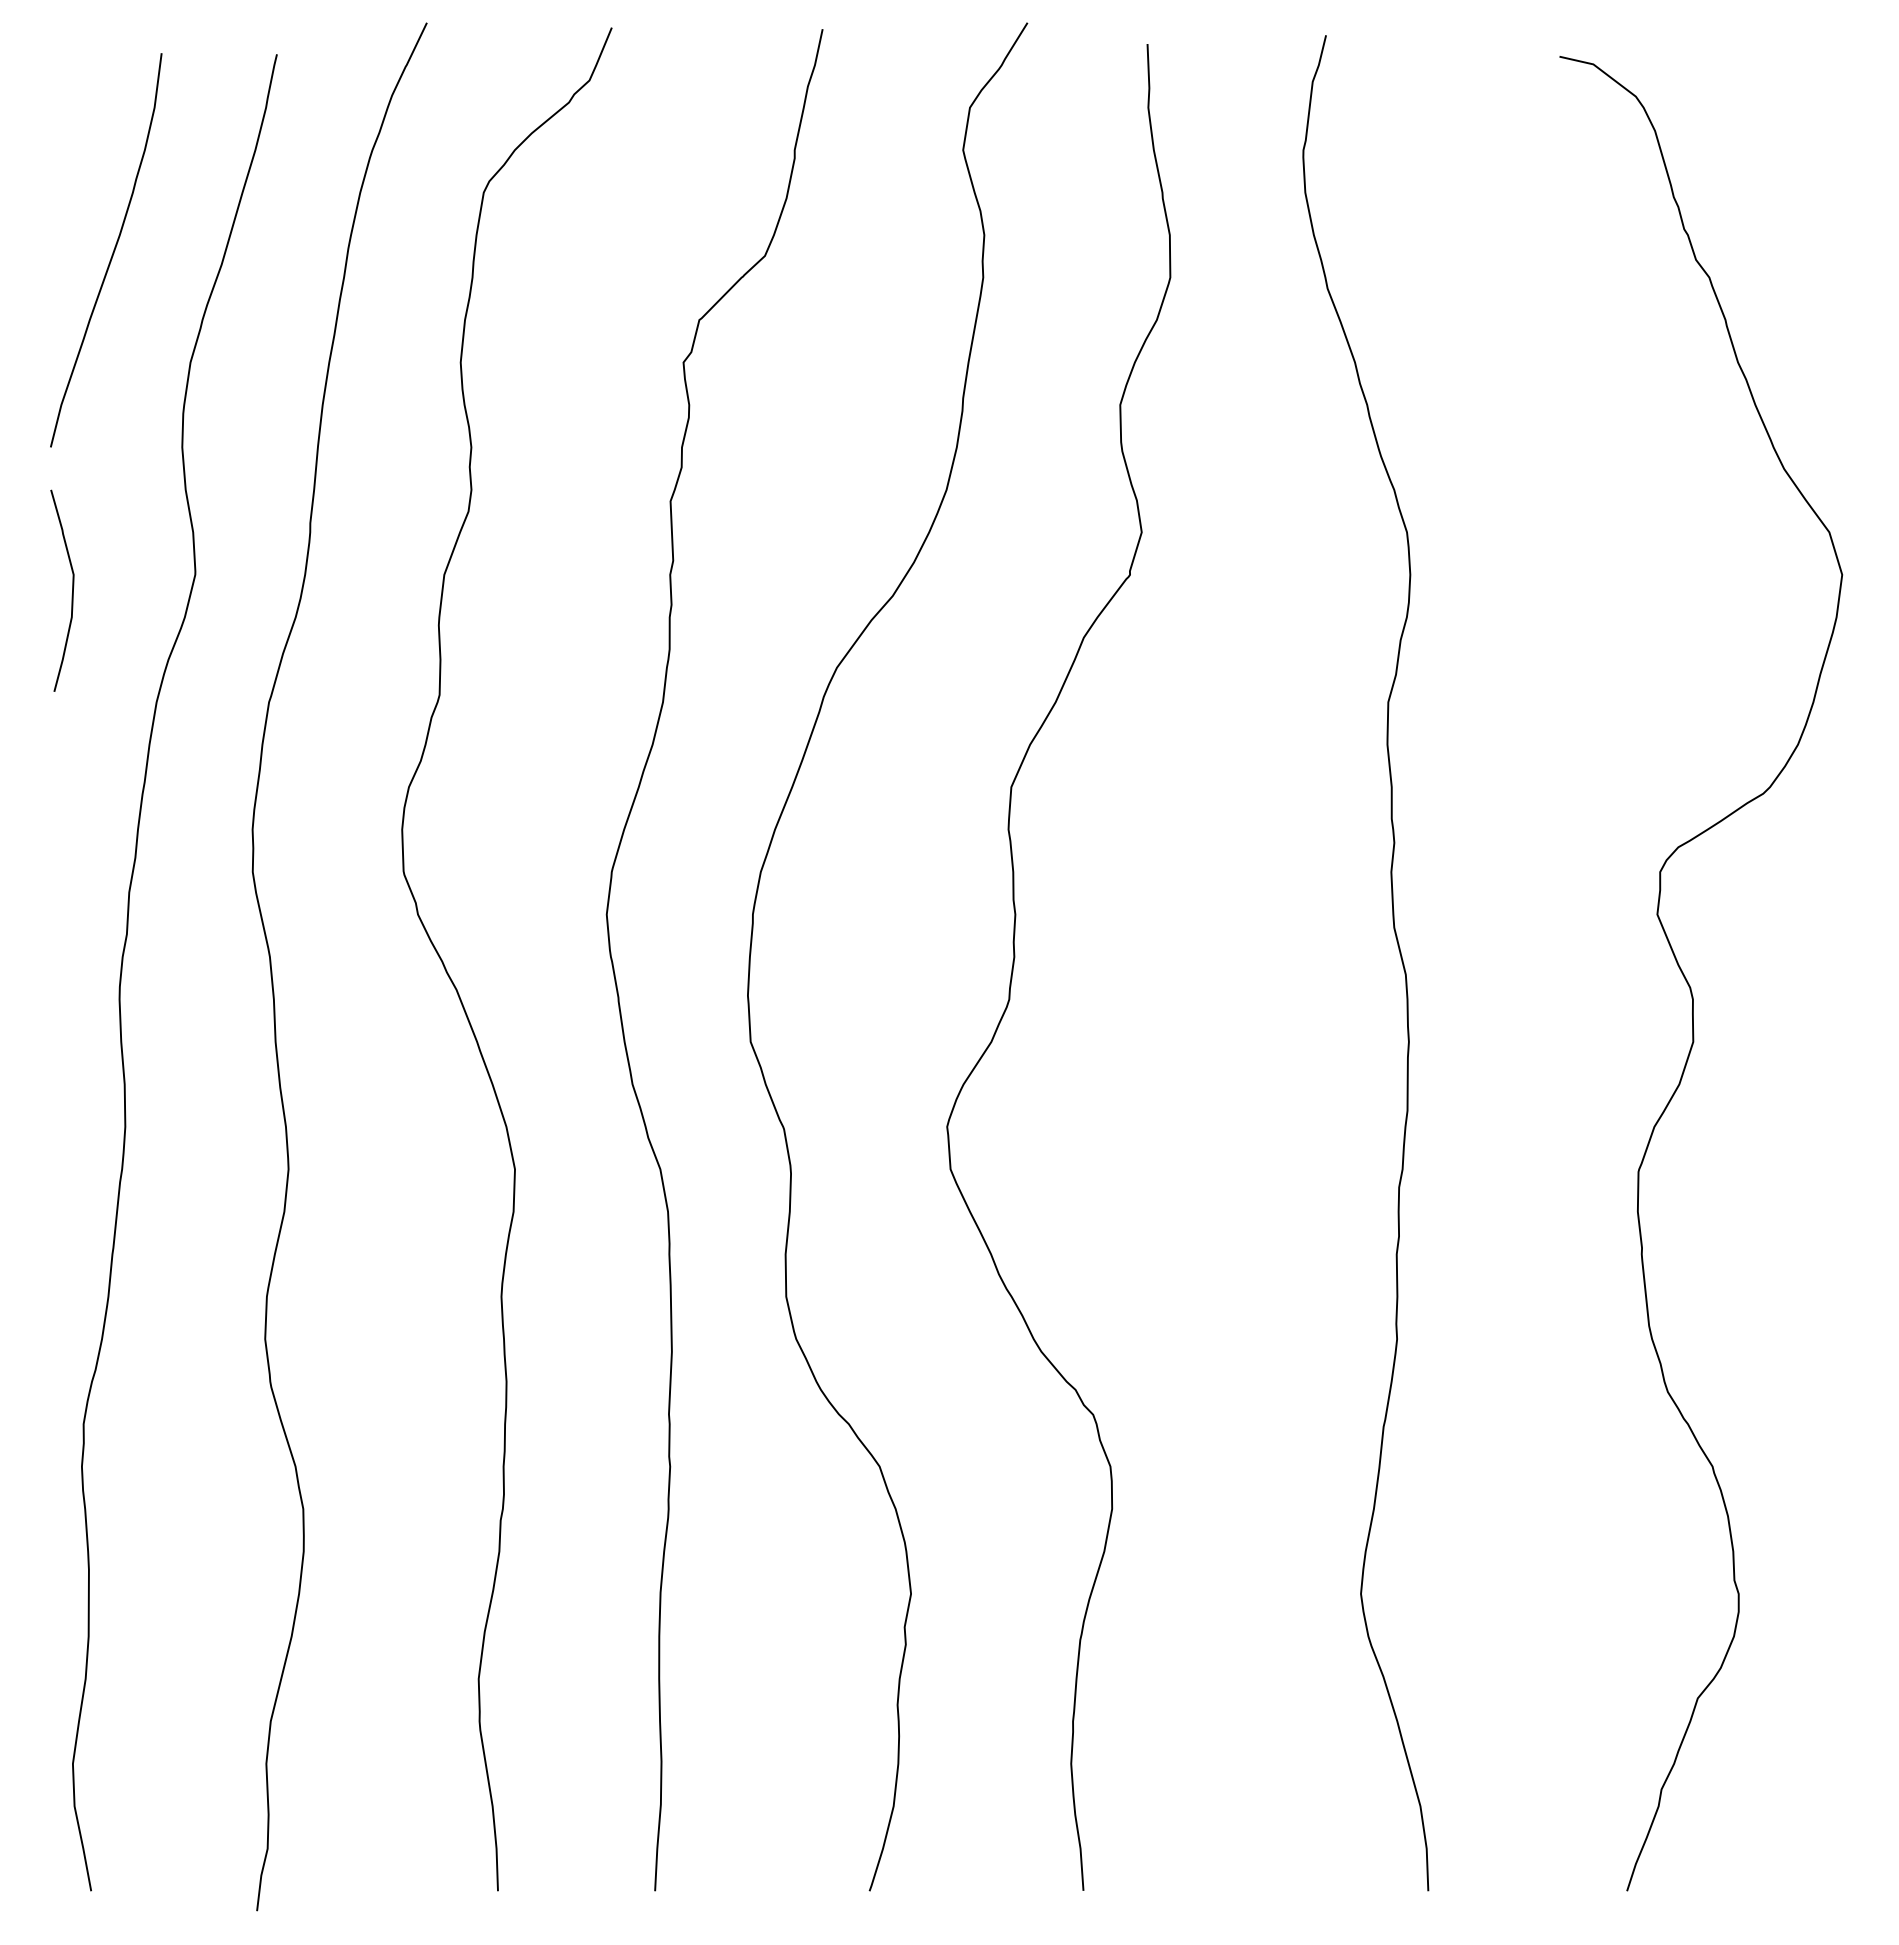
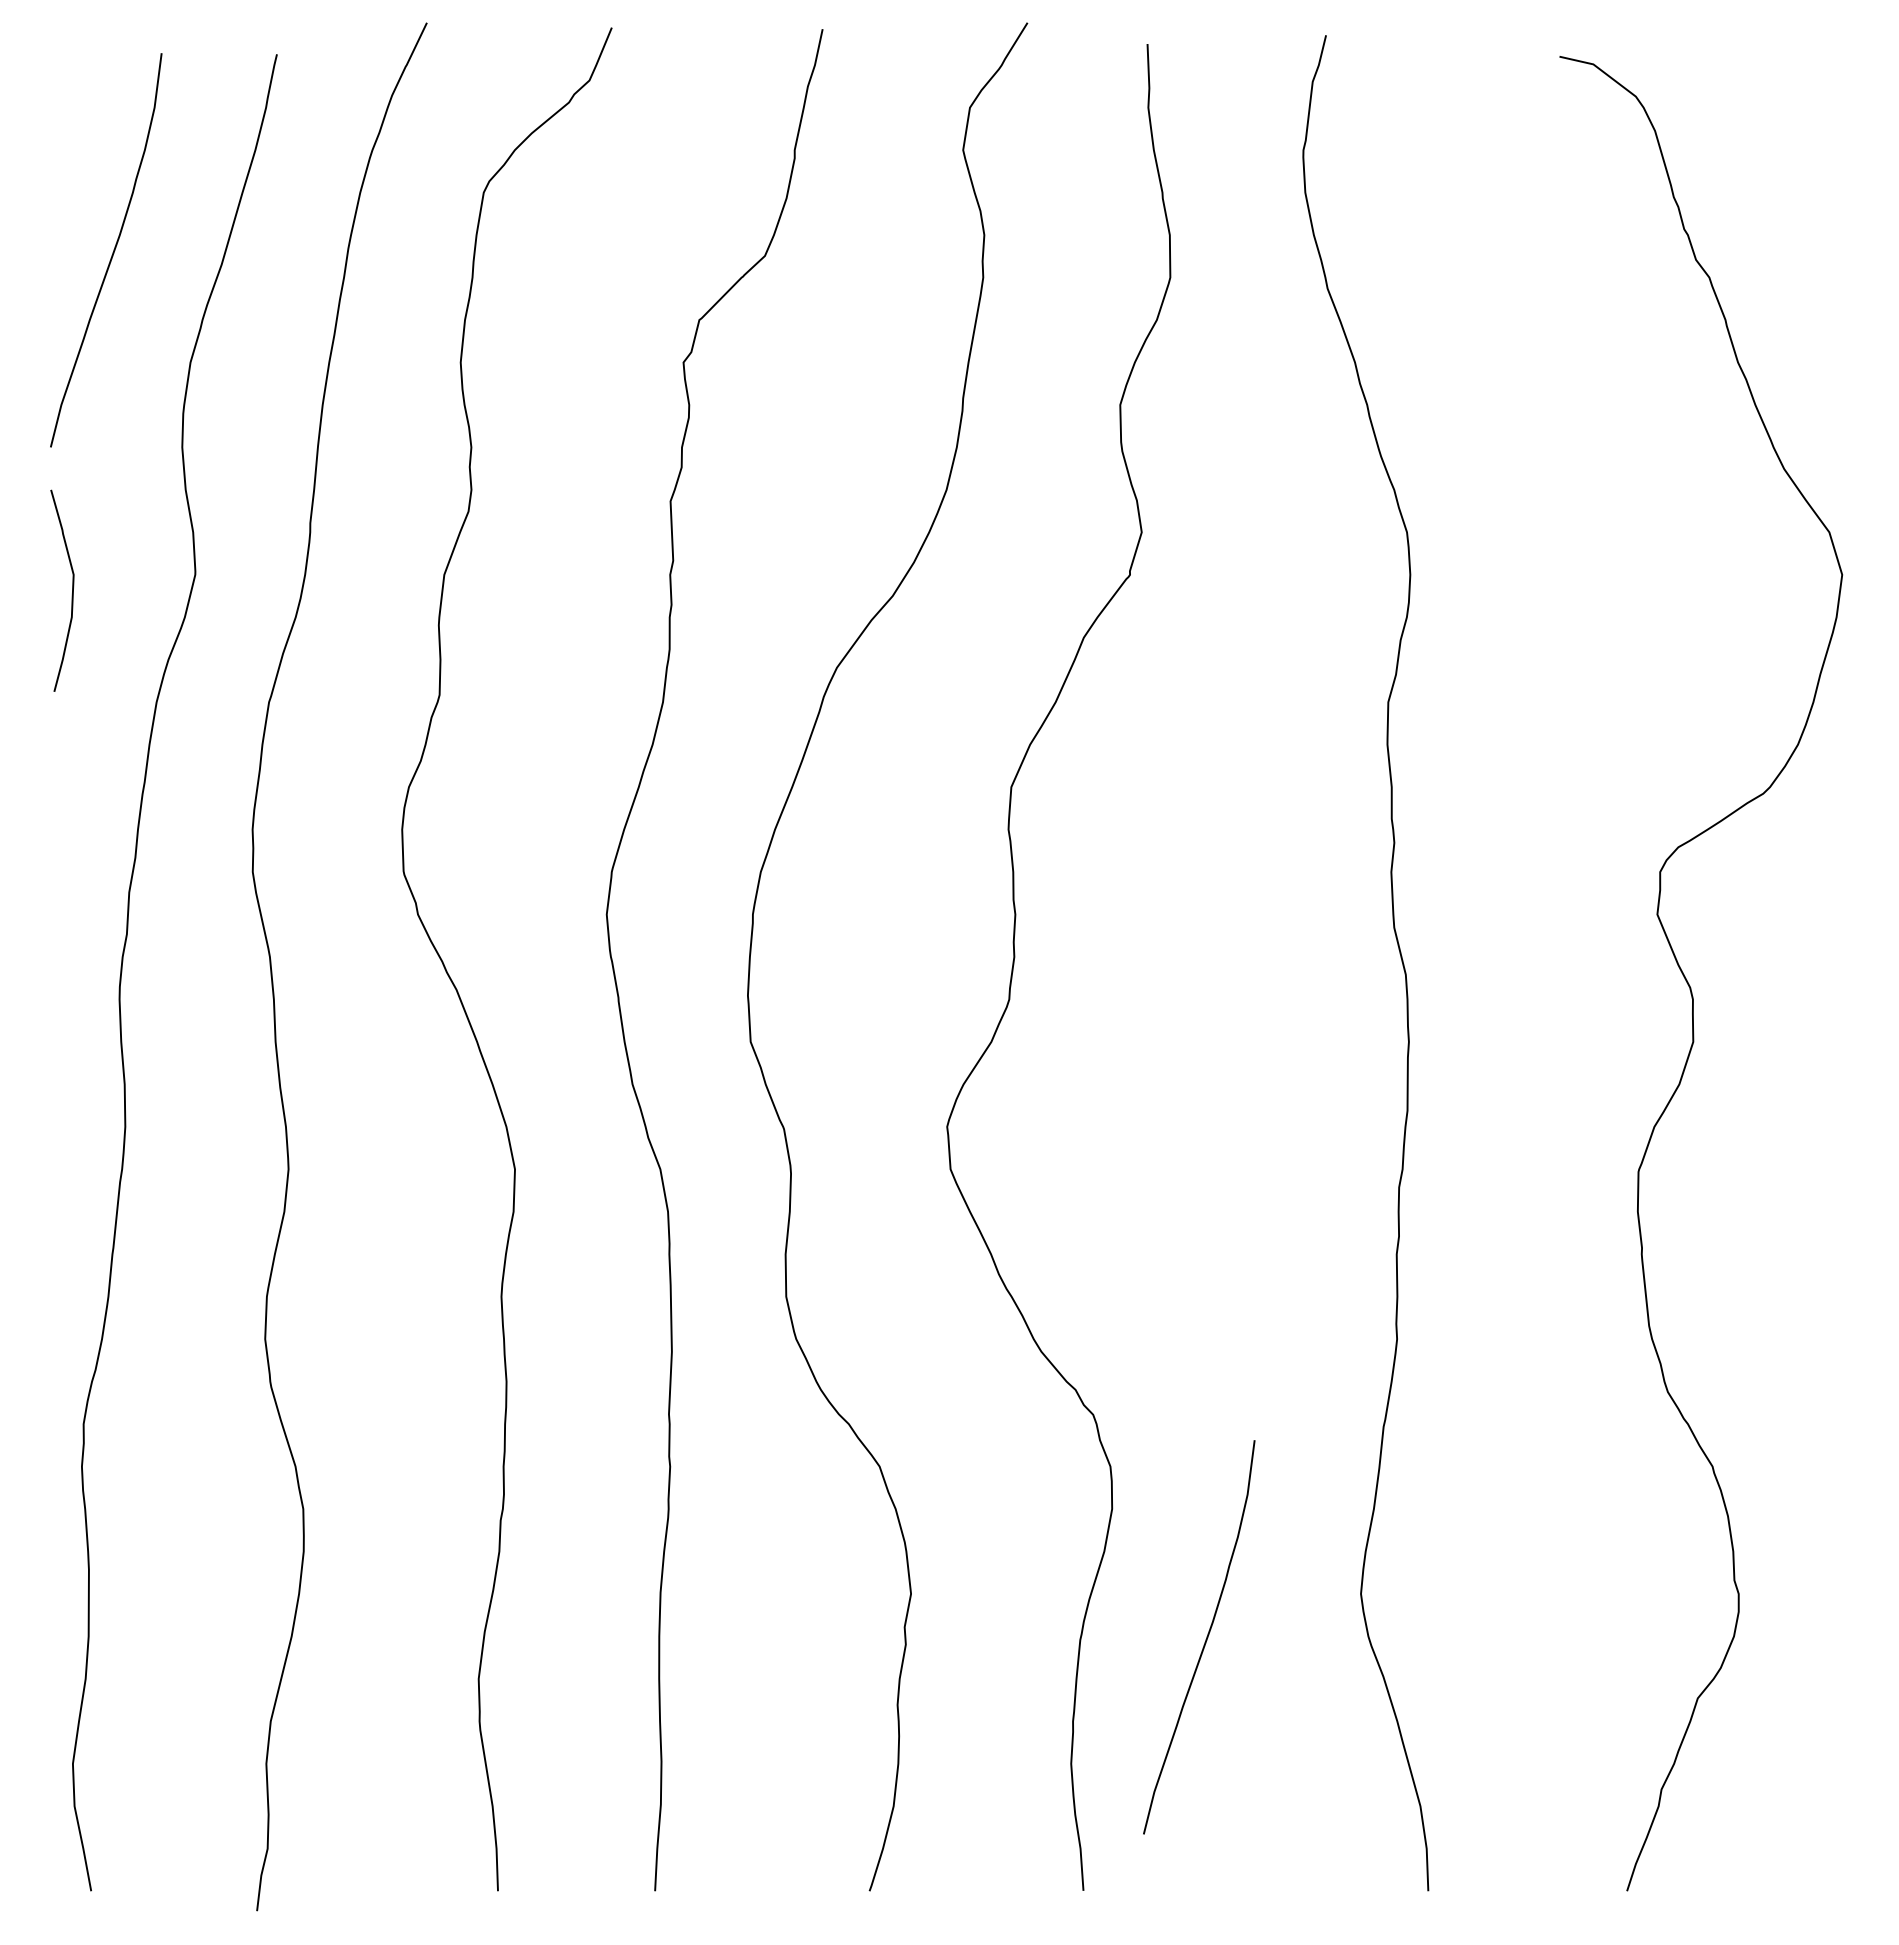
curve at (1205, 1639): none -> present
